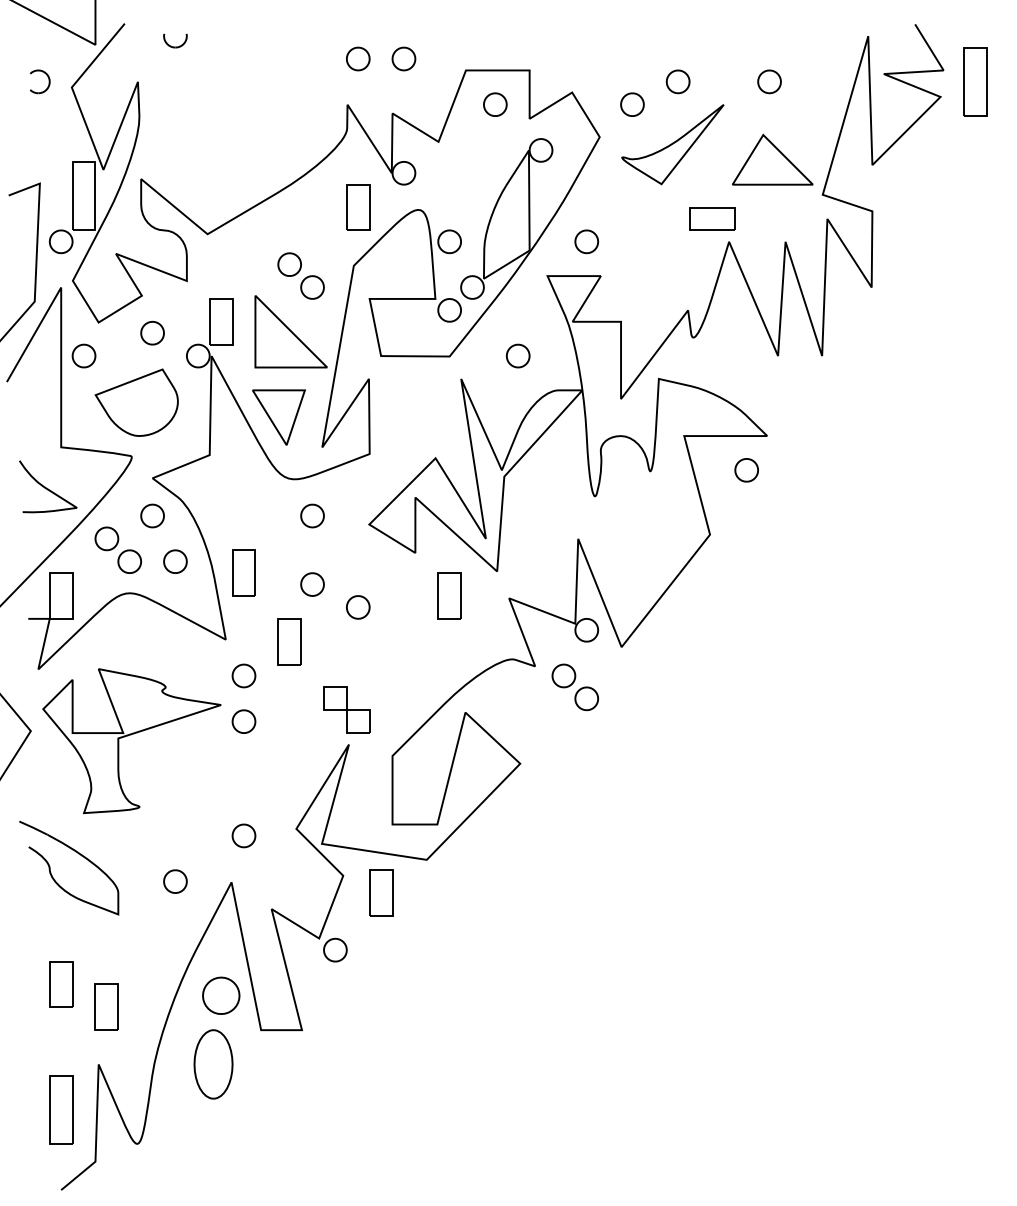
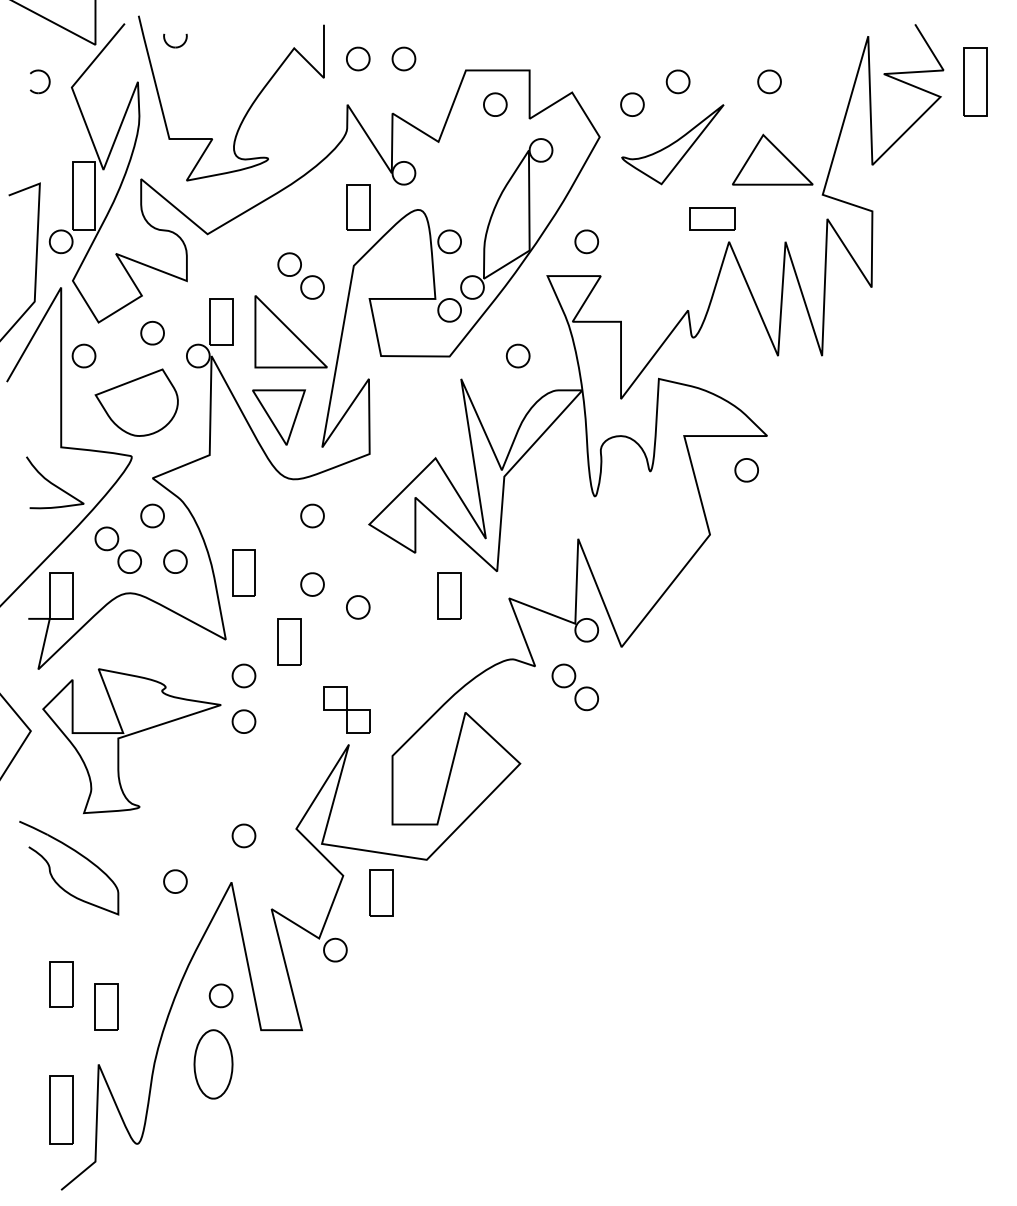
curve at (248, 108): none -> present
curve at (48, 488) position: (48, 488) -> (55, 484)
part at (221, 995) size: 39x39 px -> 26x26 px
